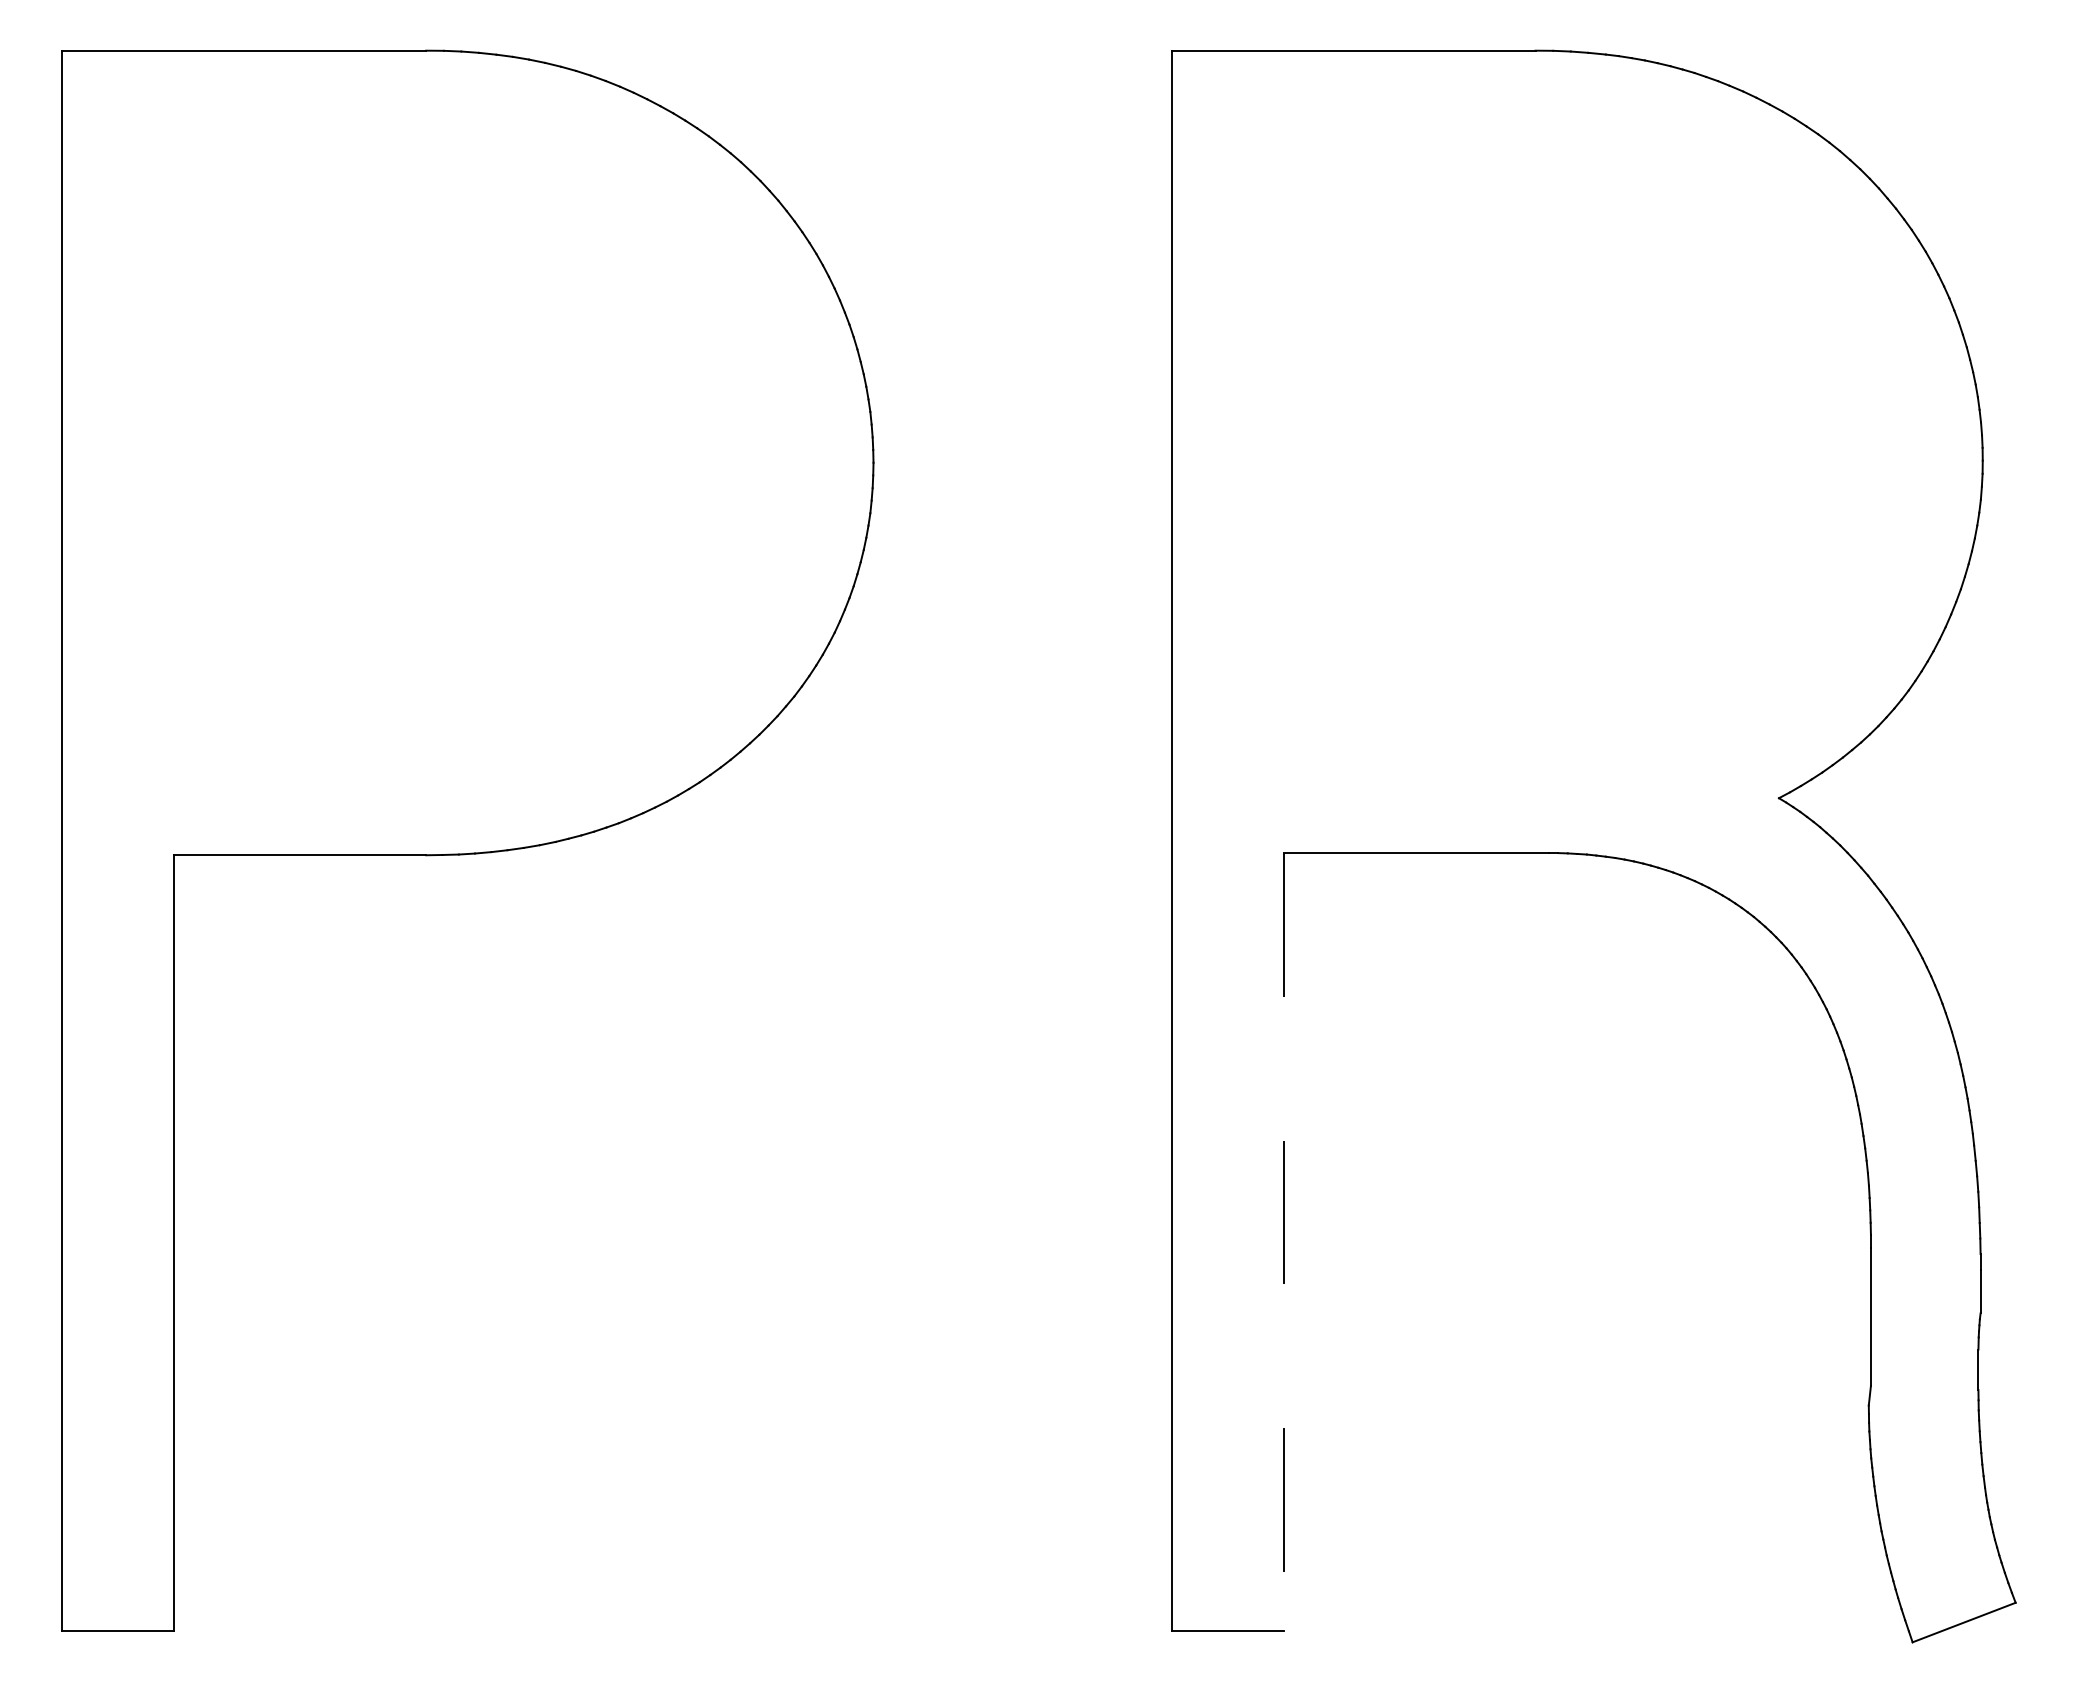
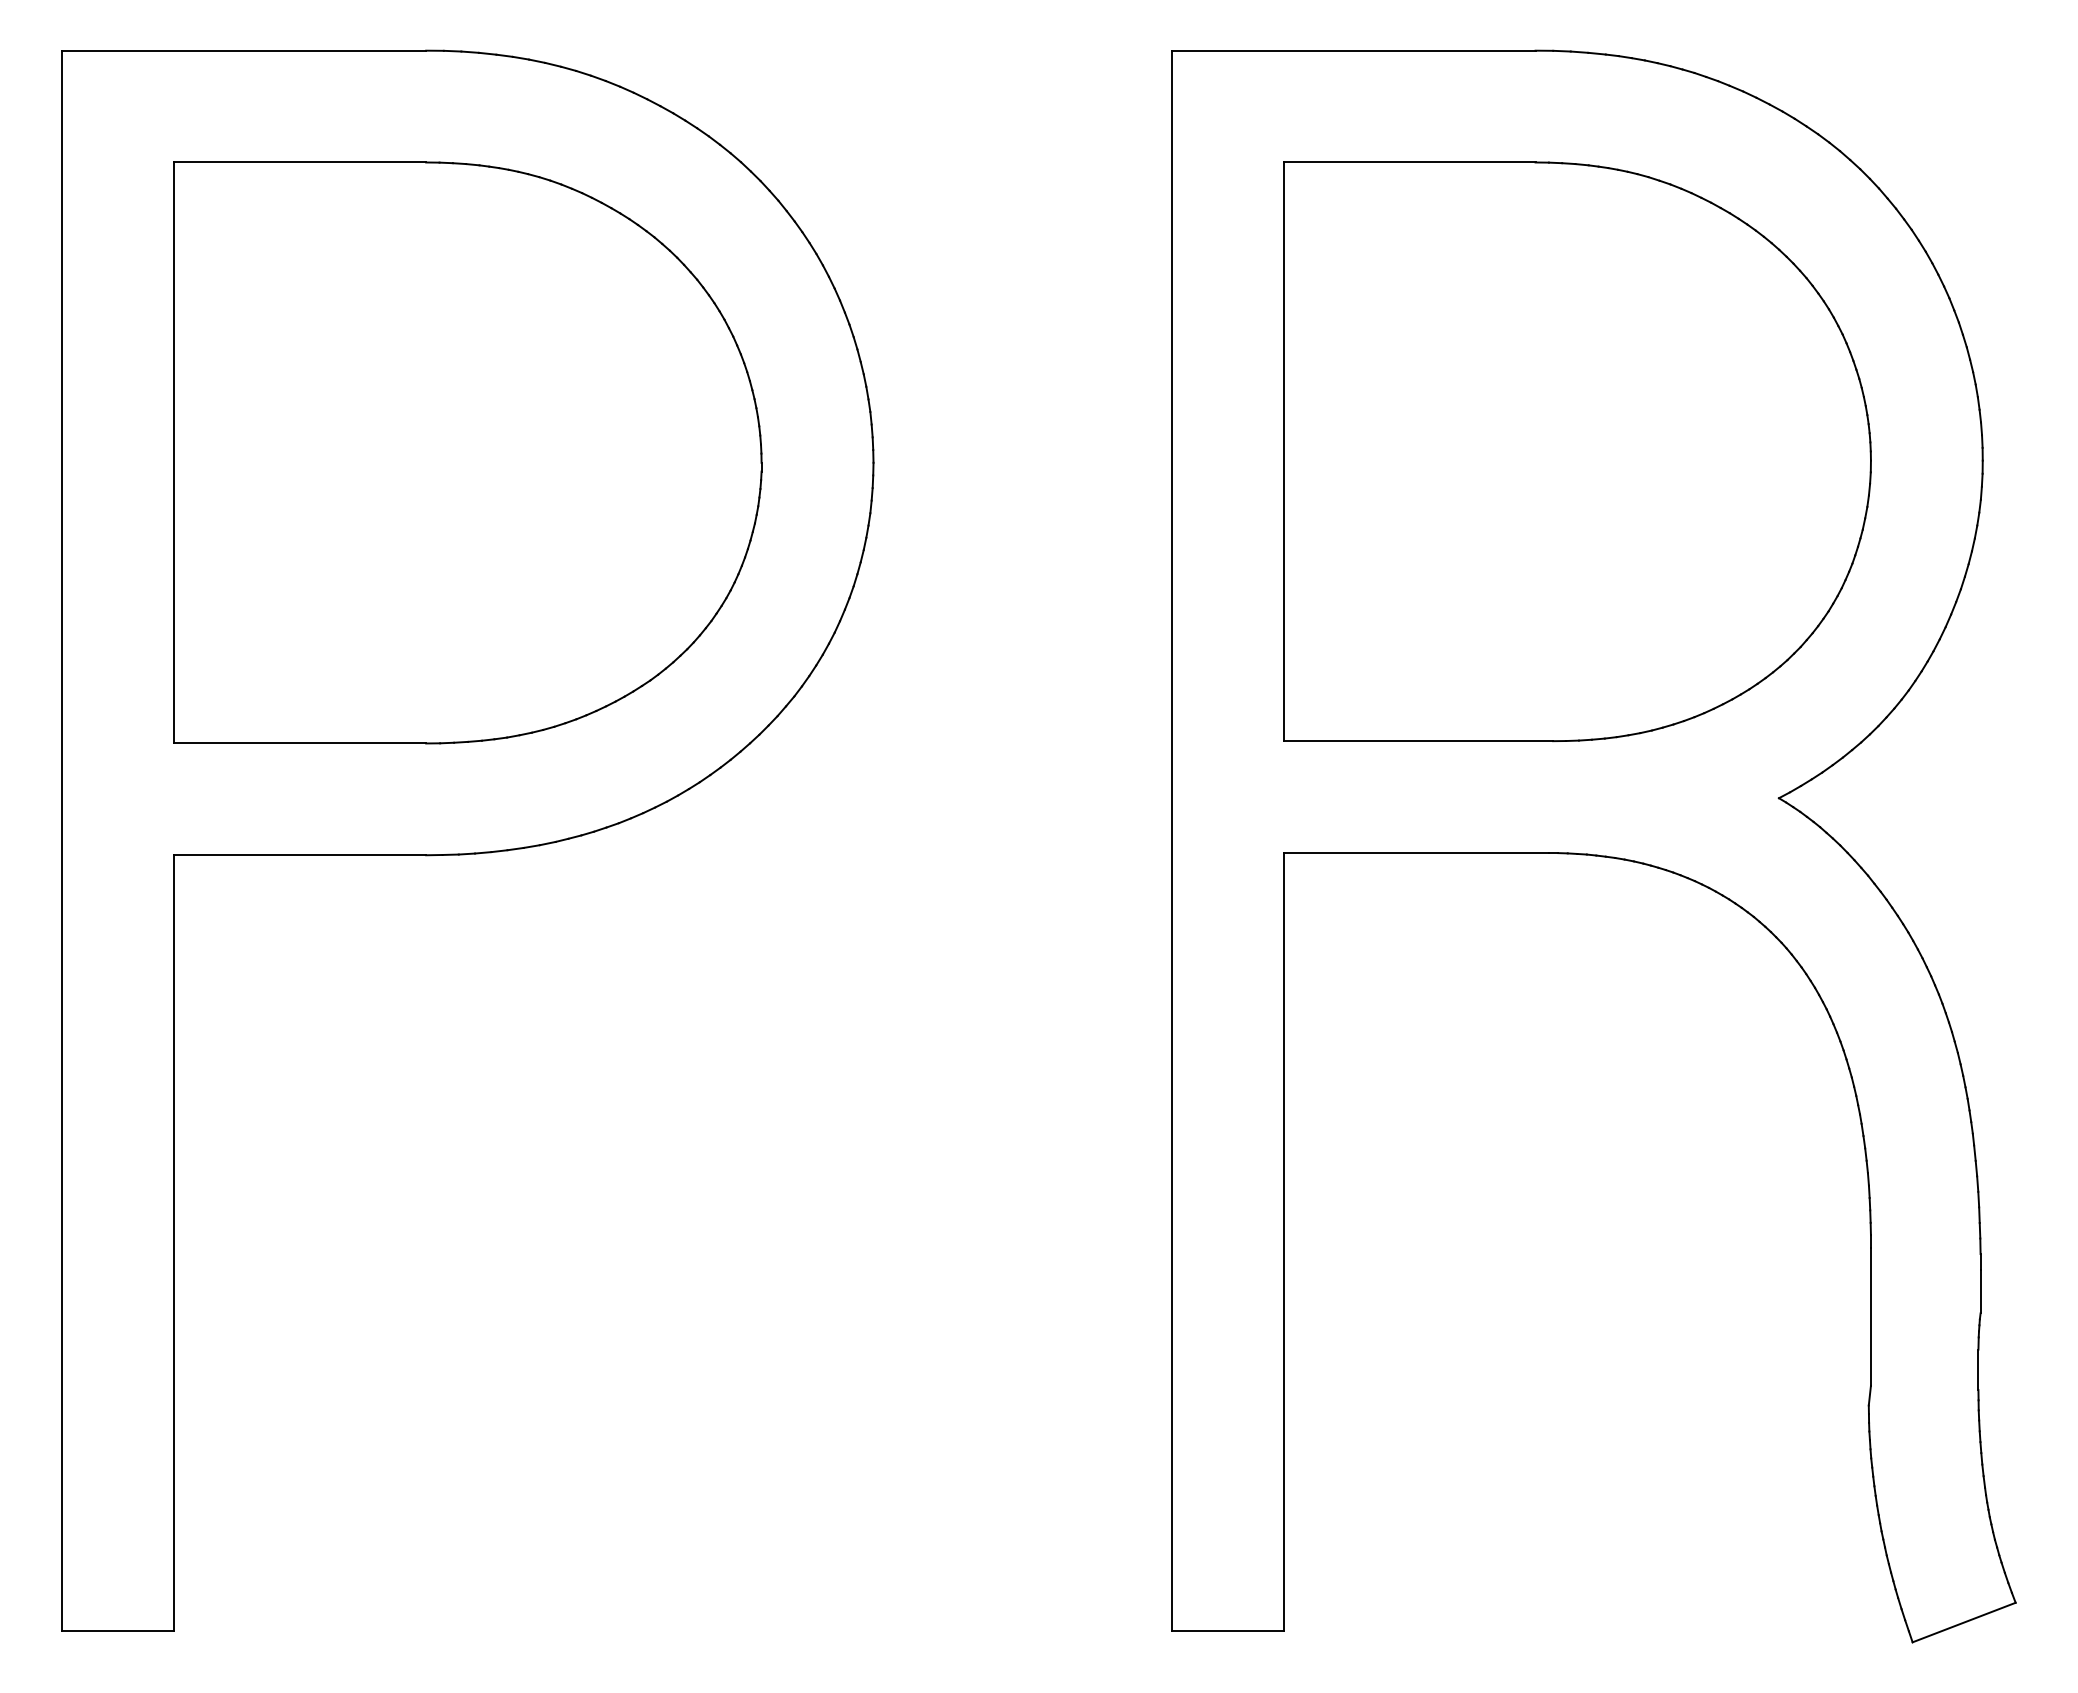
part at (1577, 451): none -> present
part at (467, 452): none -> present
line at (1283, 1242): dashed -> solid
